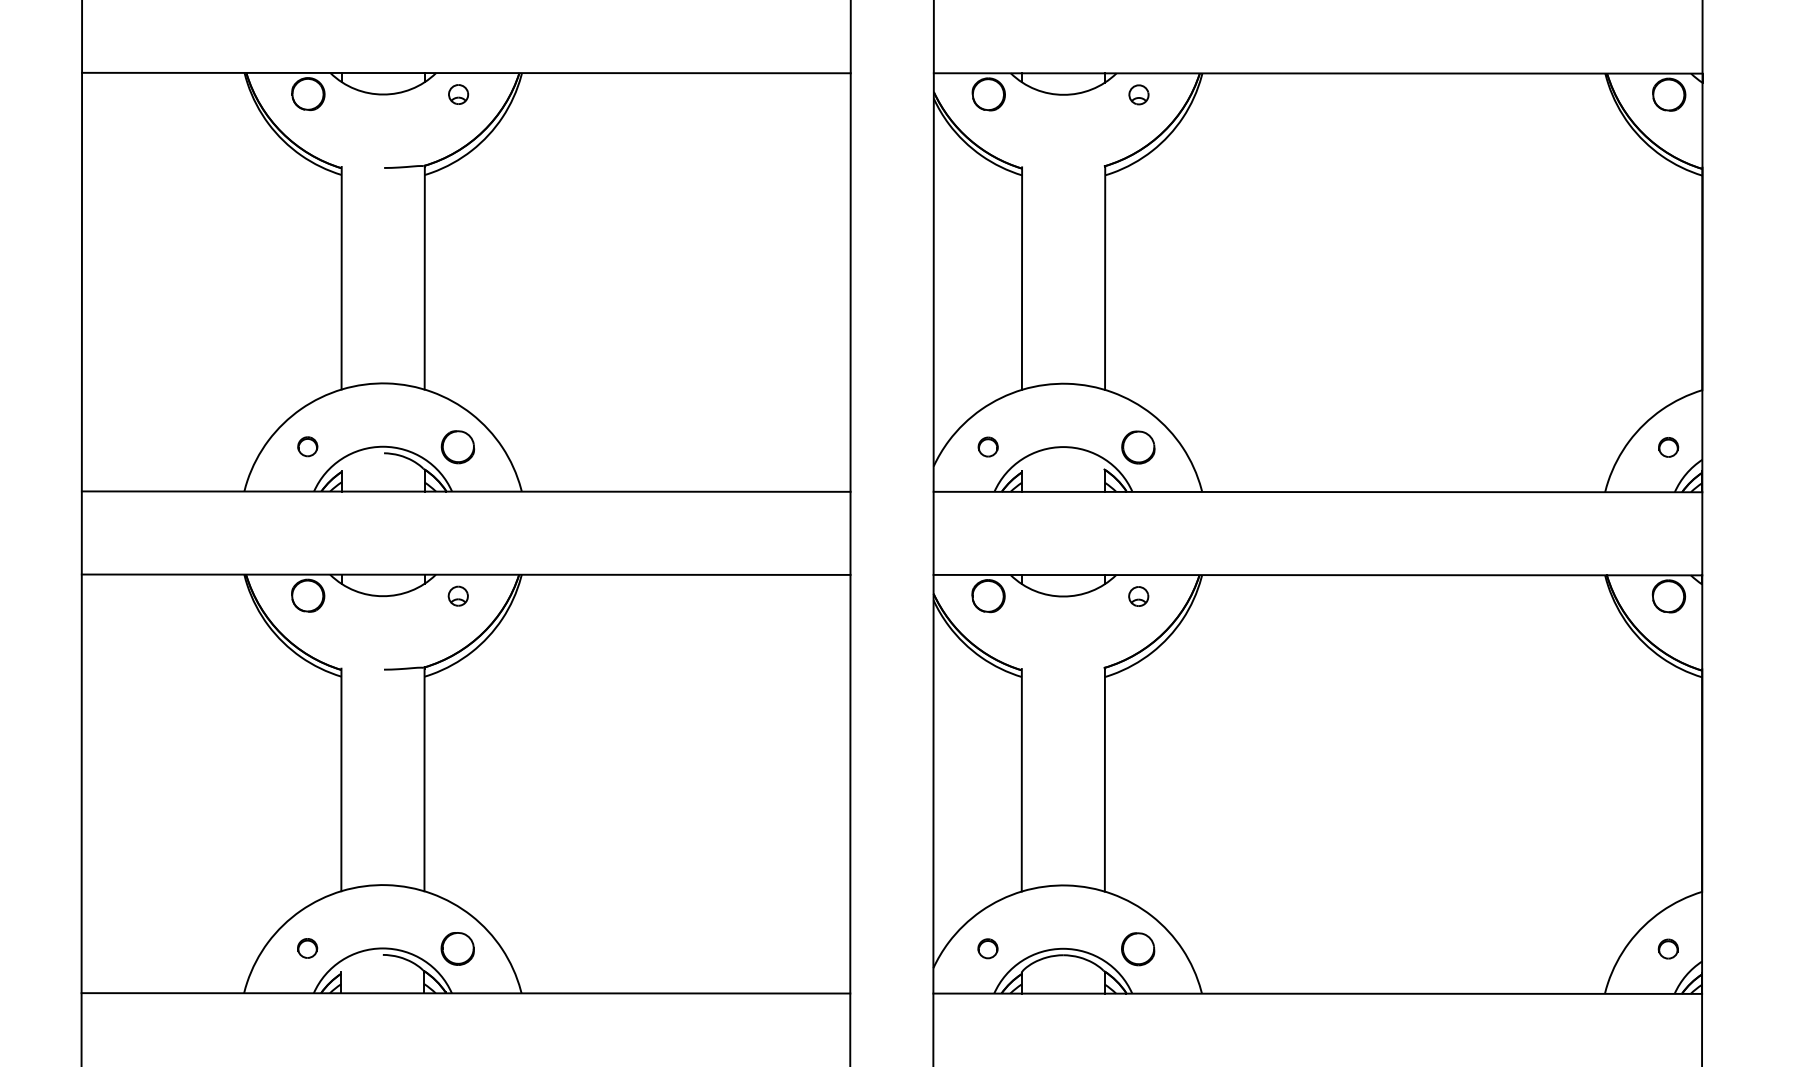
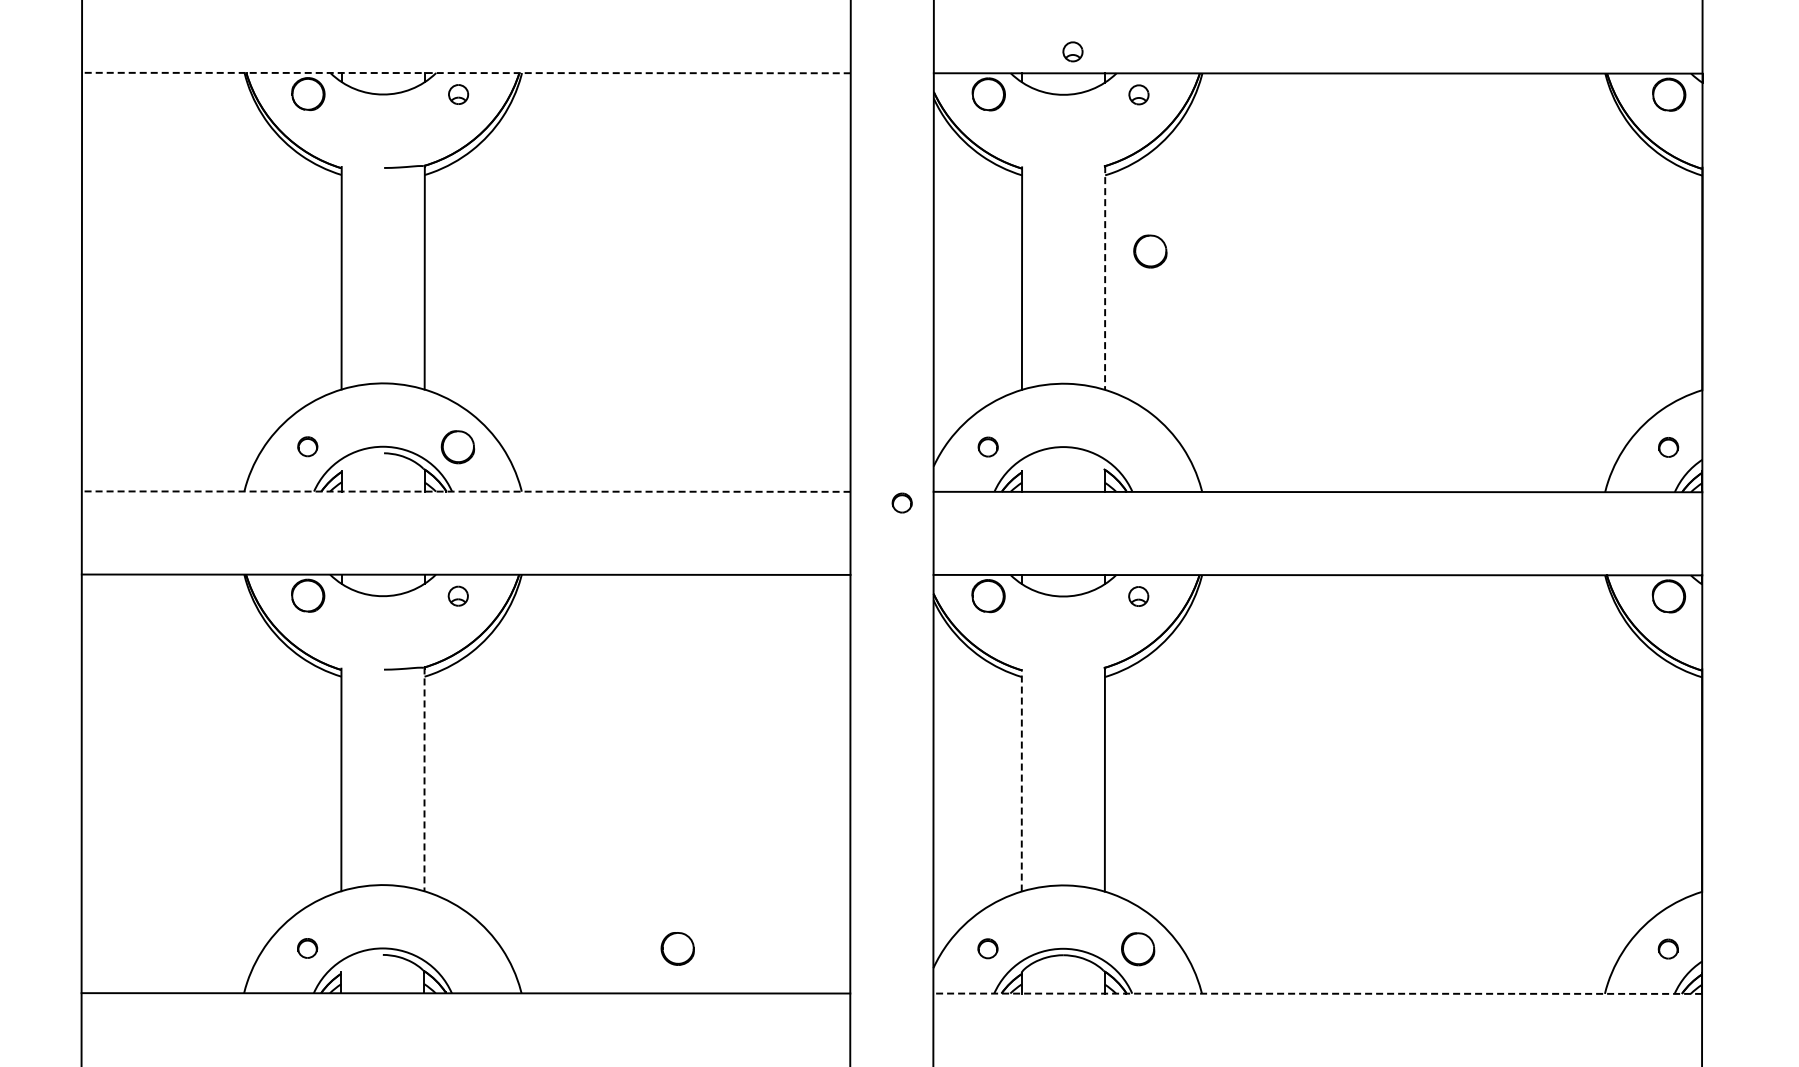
part at (1072, 51): none -> present
line at (465, 73): solid -> dashed
line at (1105, 278): solid -> dashed
part at (1138, 447) position: (1138, 447) -> (1150, 251)
line at (465, 491): solid -> dashed
part at (901, 502): none -> present
line at (424, 779): solid -> dashed
line at (1021, 779): solid -> dashed
part at (457, 948) position: (457, 948) -> (677, 948)
line at (1317, 993): solid -> dashed
